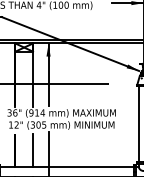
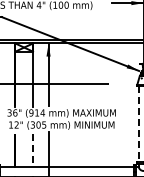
line at (138, 123): solid -> dashed
line at (33, 150): solid -> dashed
